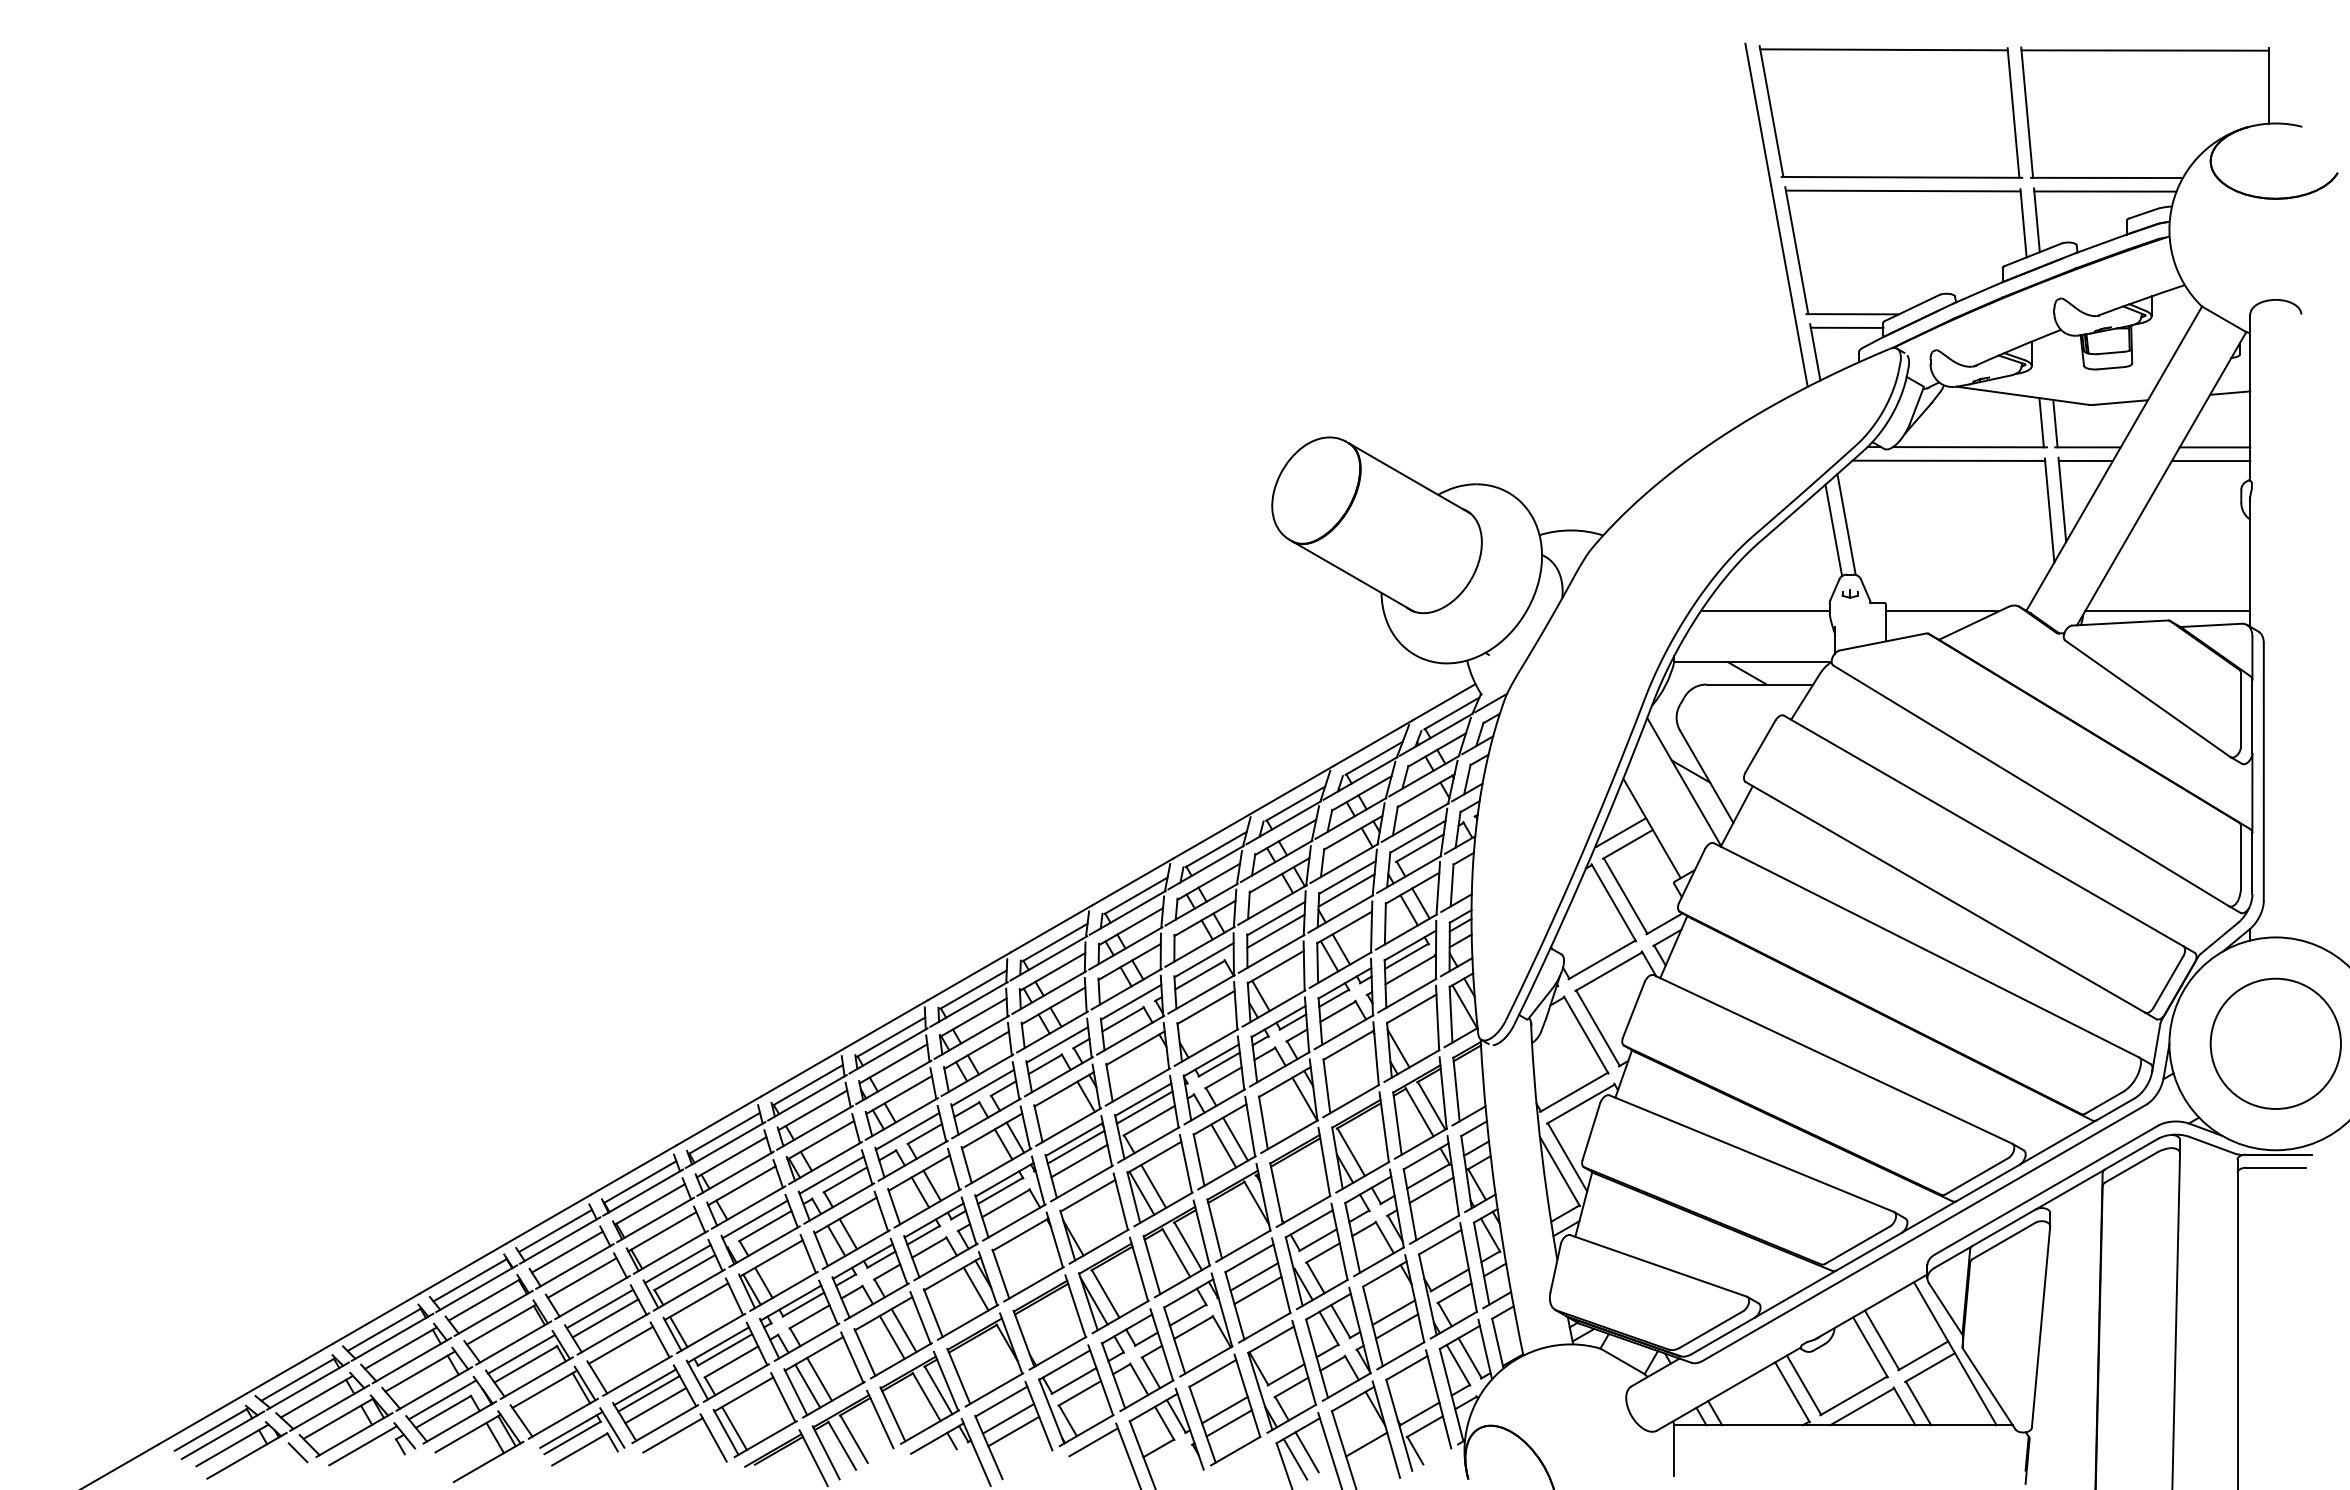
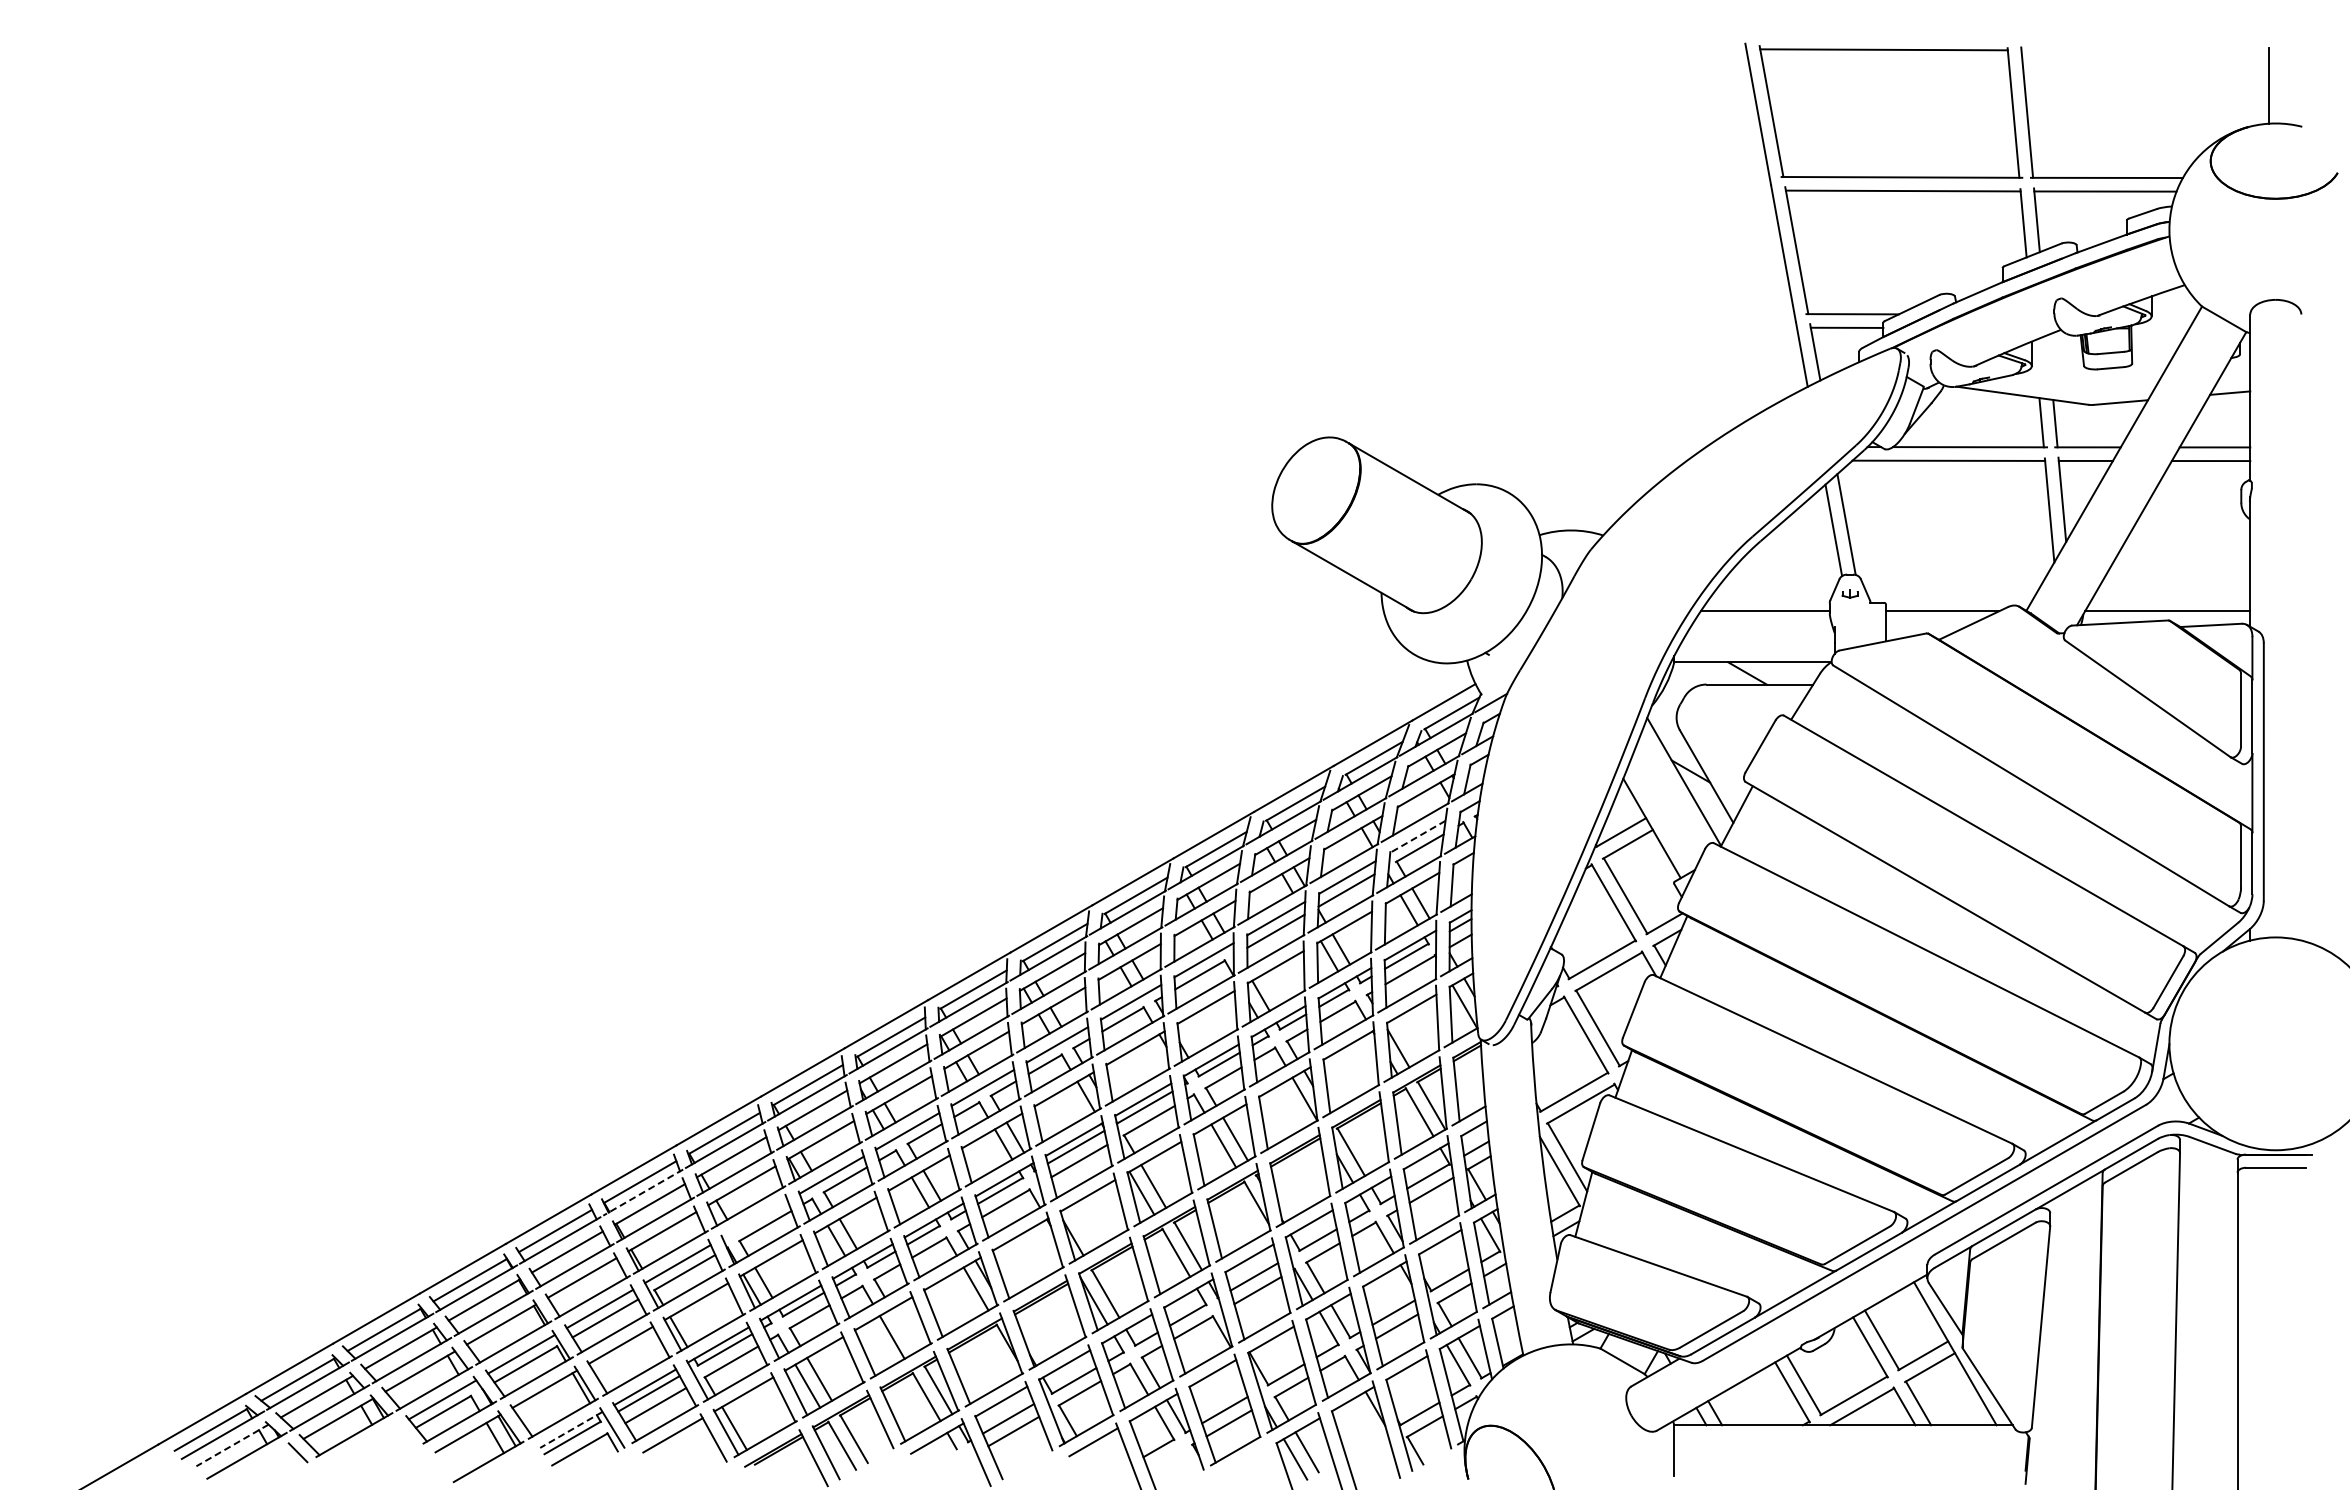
line at (2145, 50): present -> none
line at (1417, 836): solid -> dashed
circle at (2275, 1043): present -> none
line at (642, 1192): solid -> dashed
line at (754, 1219): present -> none
line at (903, 1330): present -> none
line at (571, 1429): solid -> dashed
part at (372, 1444): present -> none
line at (1366, 1444): present -> none
line at (232, 1445): solid -> dashed
